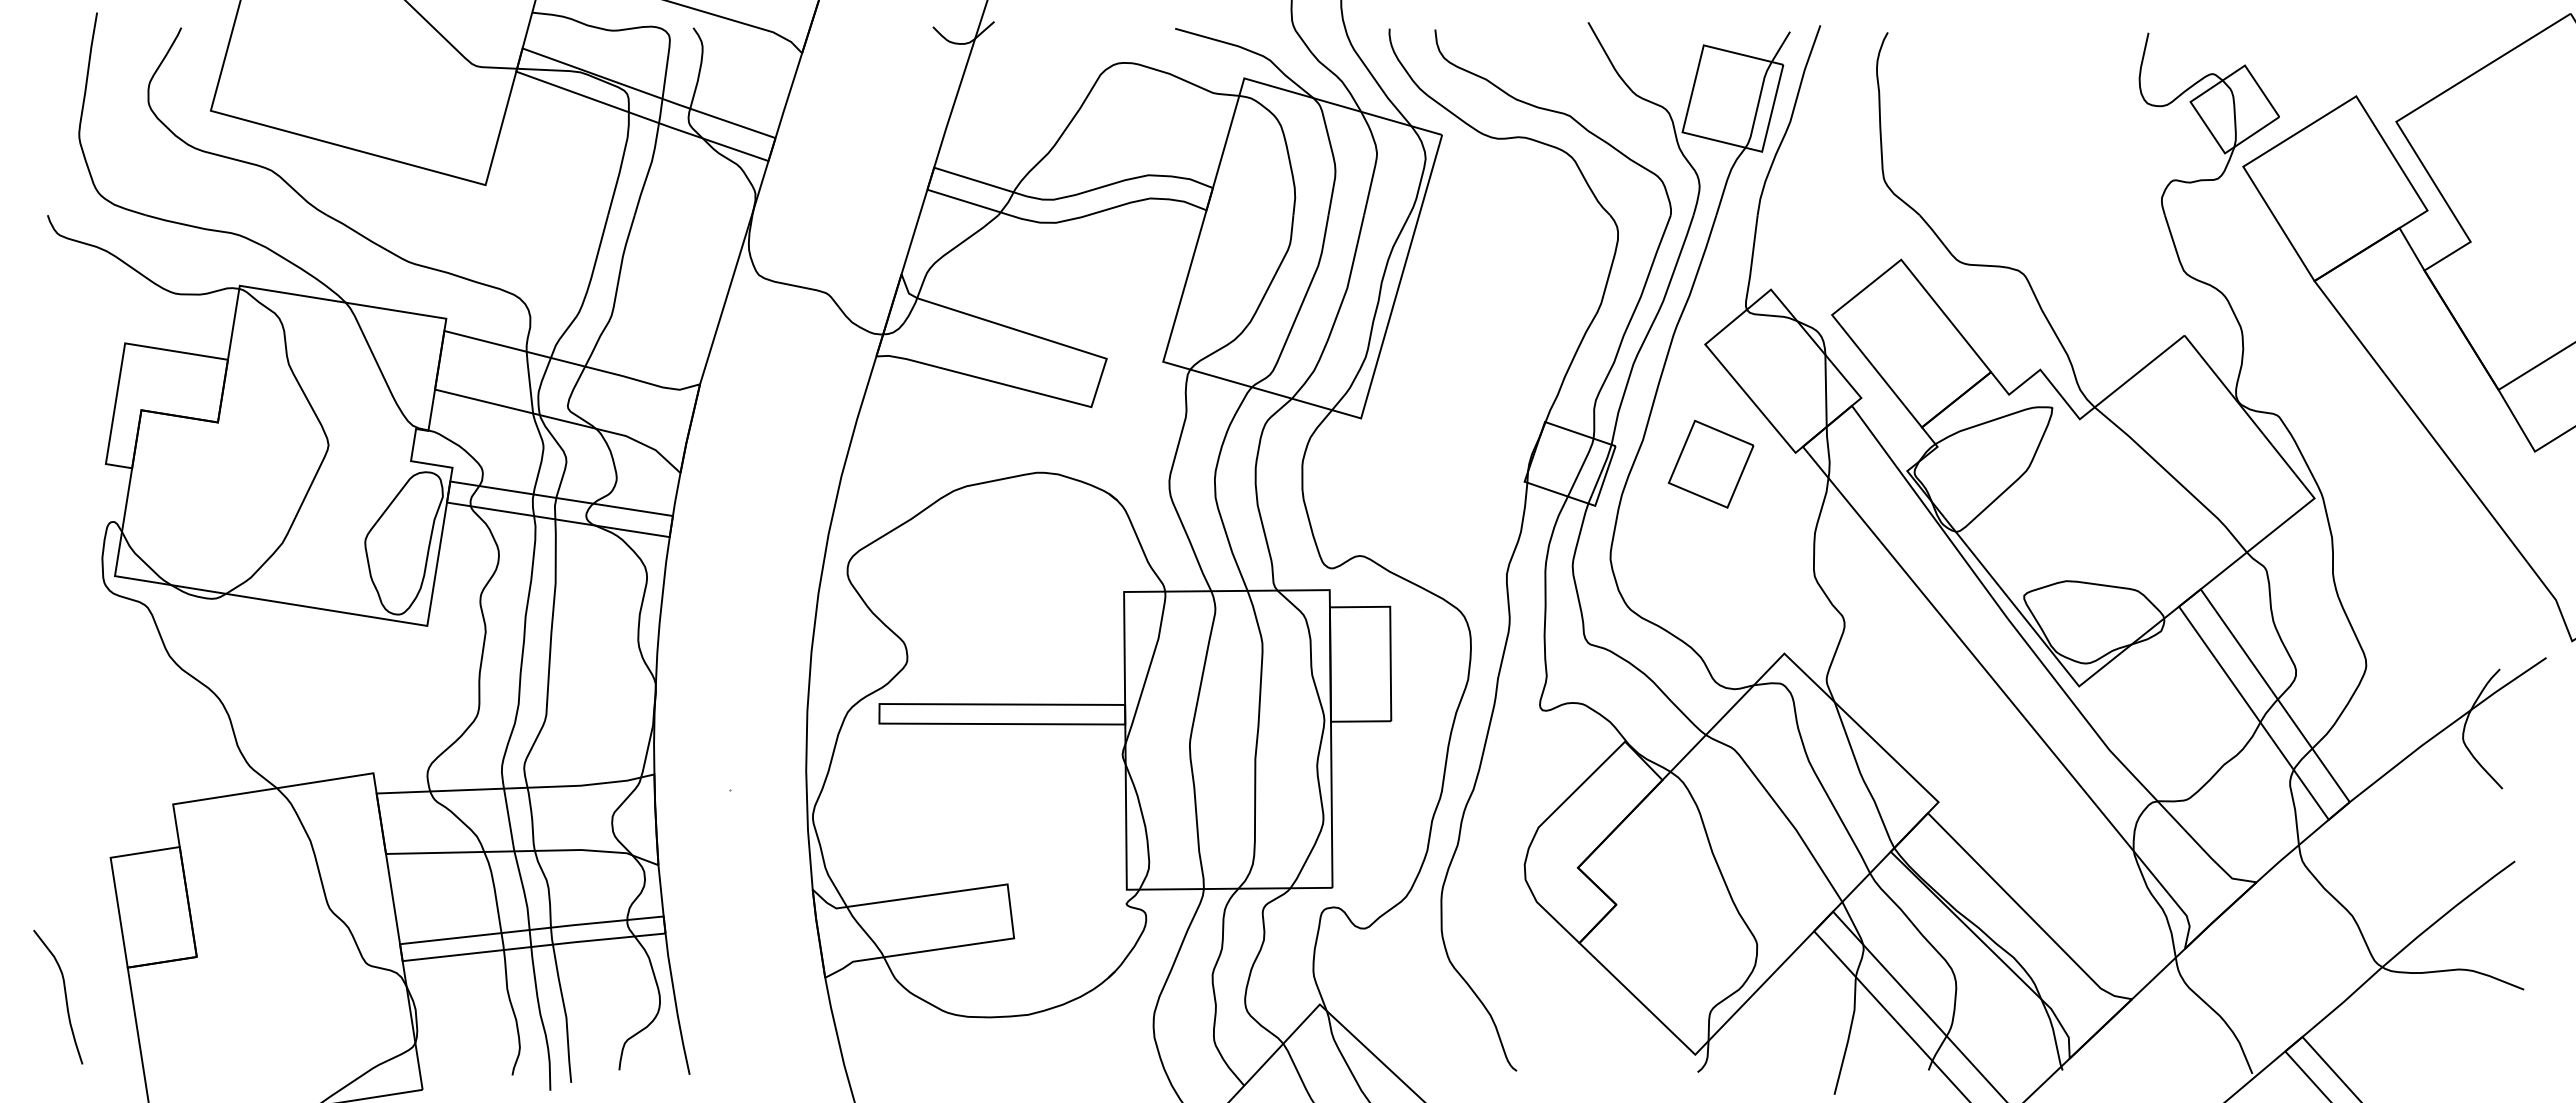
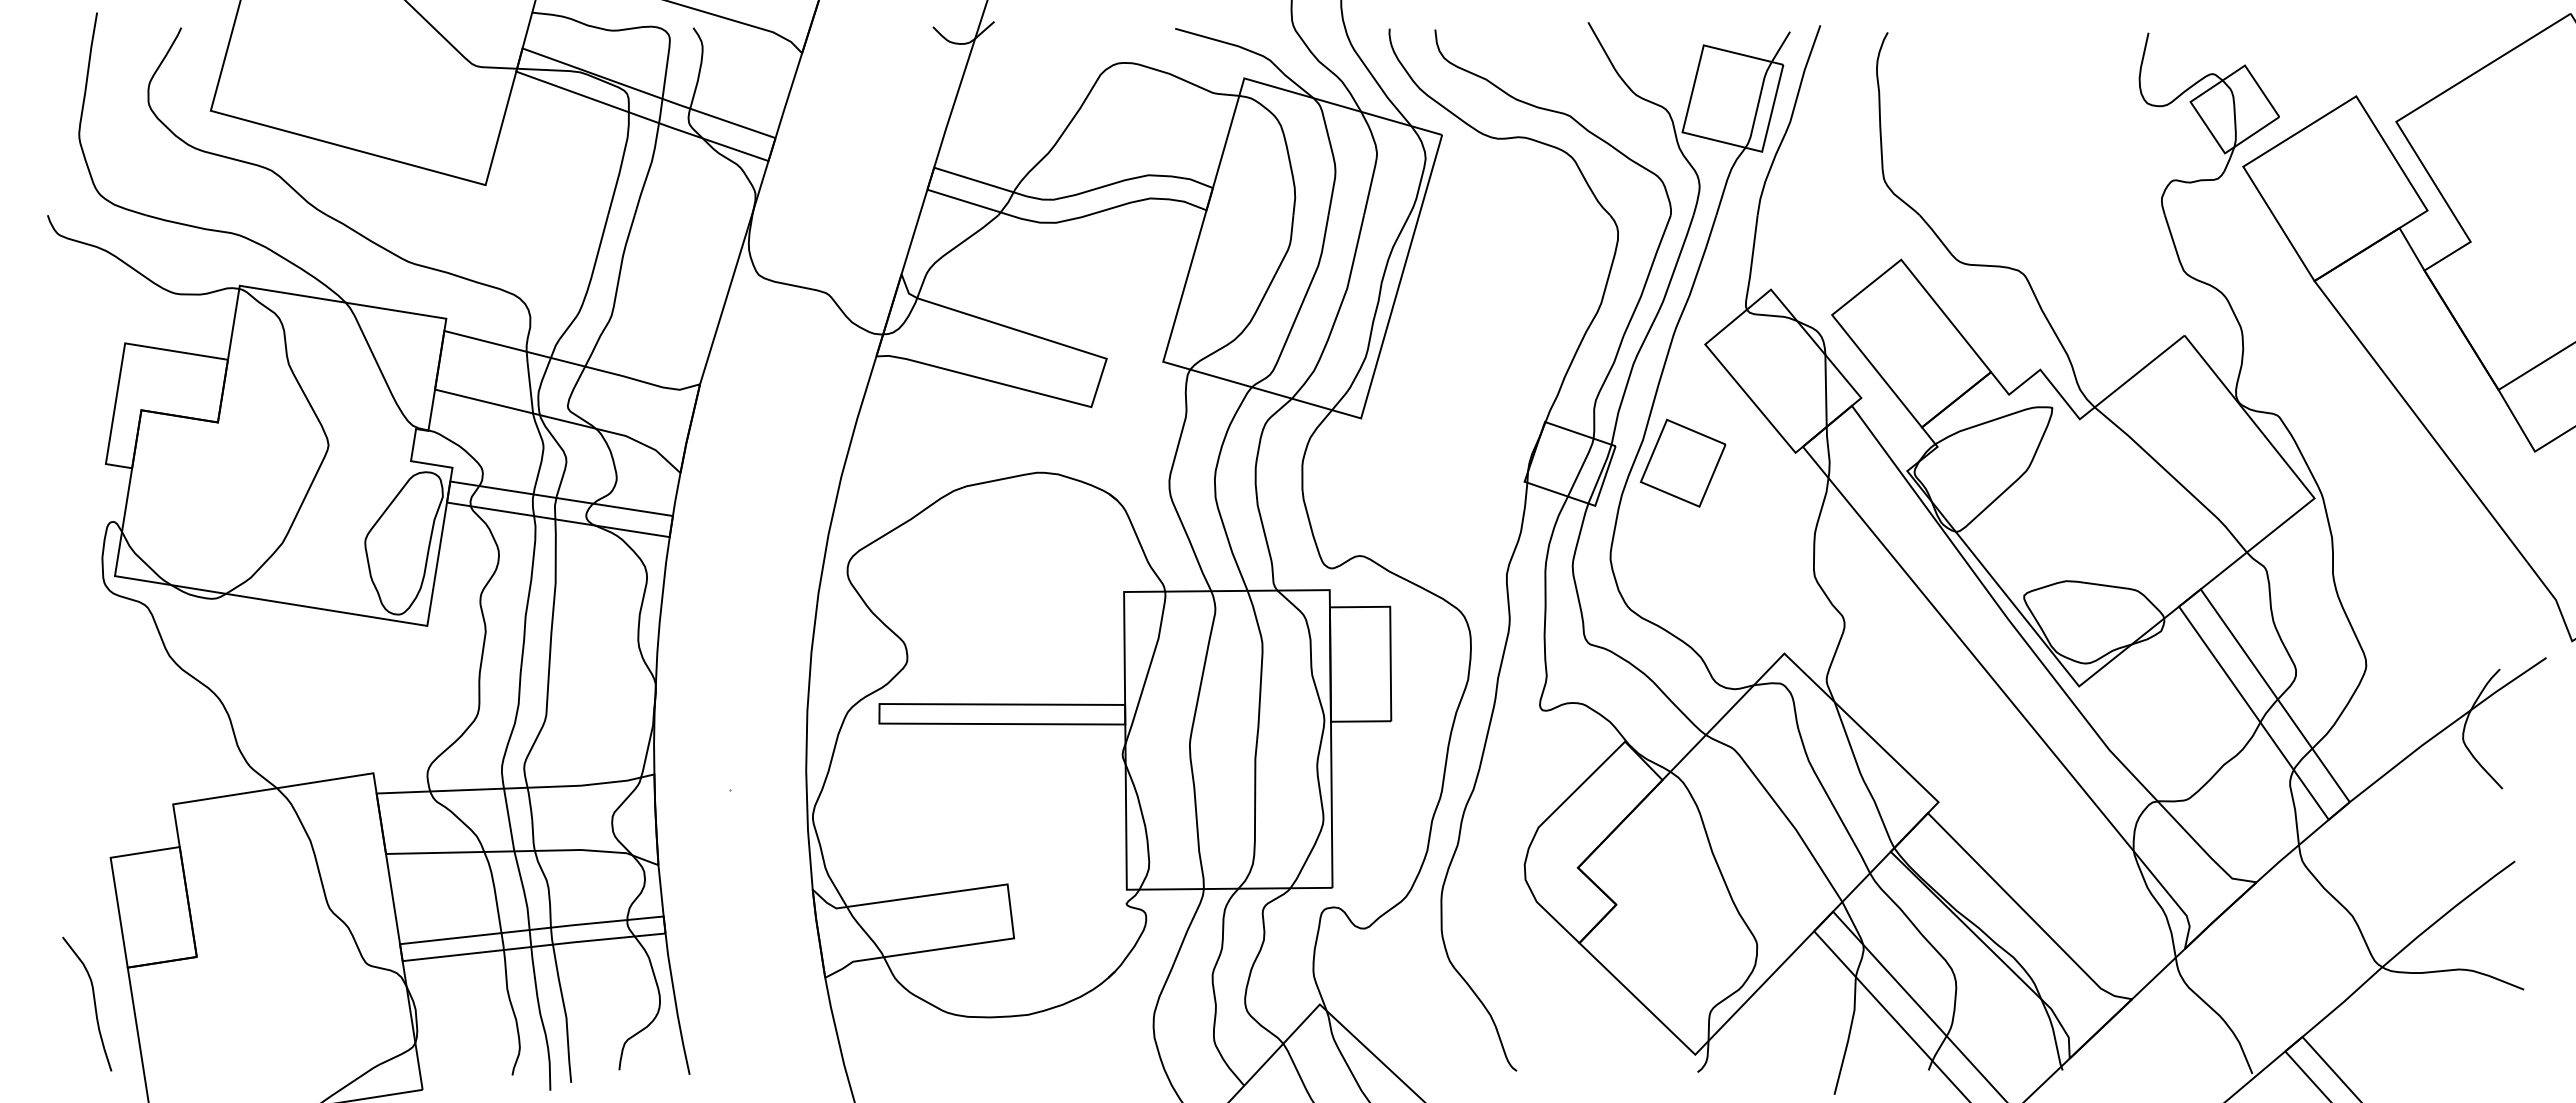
part at (1710, 463) position: (1710, 463) -> (1682, 462)
curve at (64, 994) position: (64, 994) -> (93, 1001)
